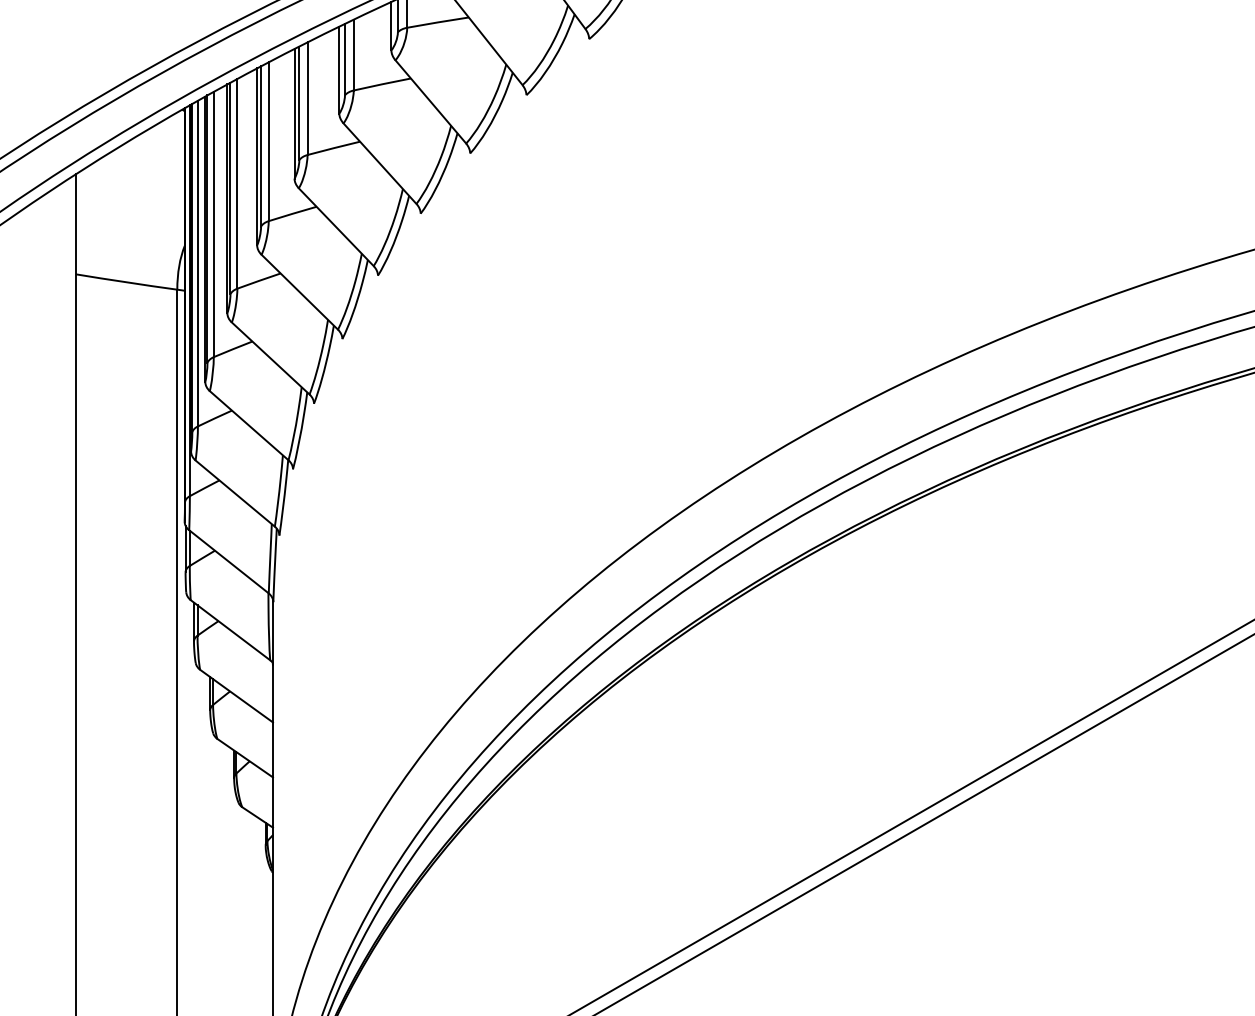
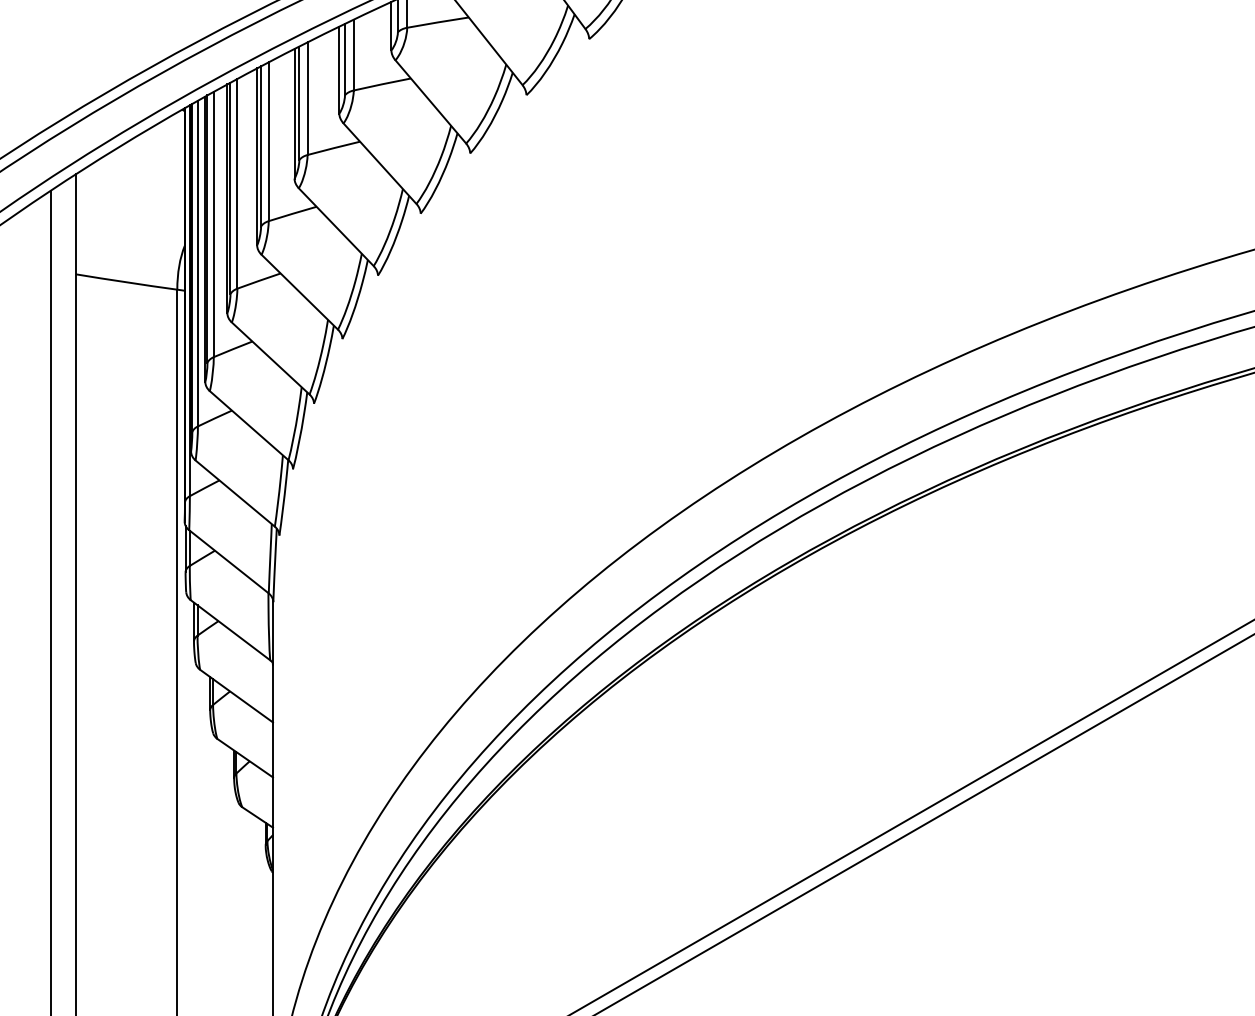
line at (51, 601): none -> present
